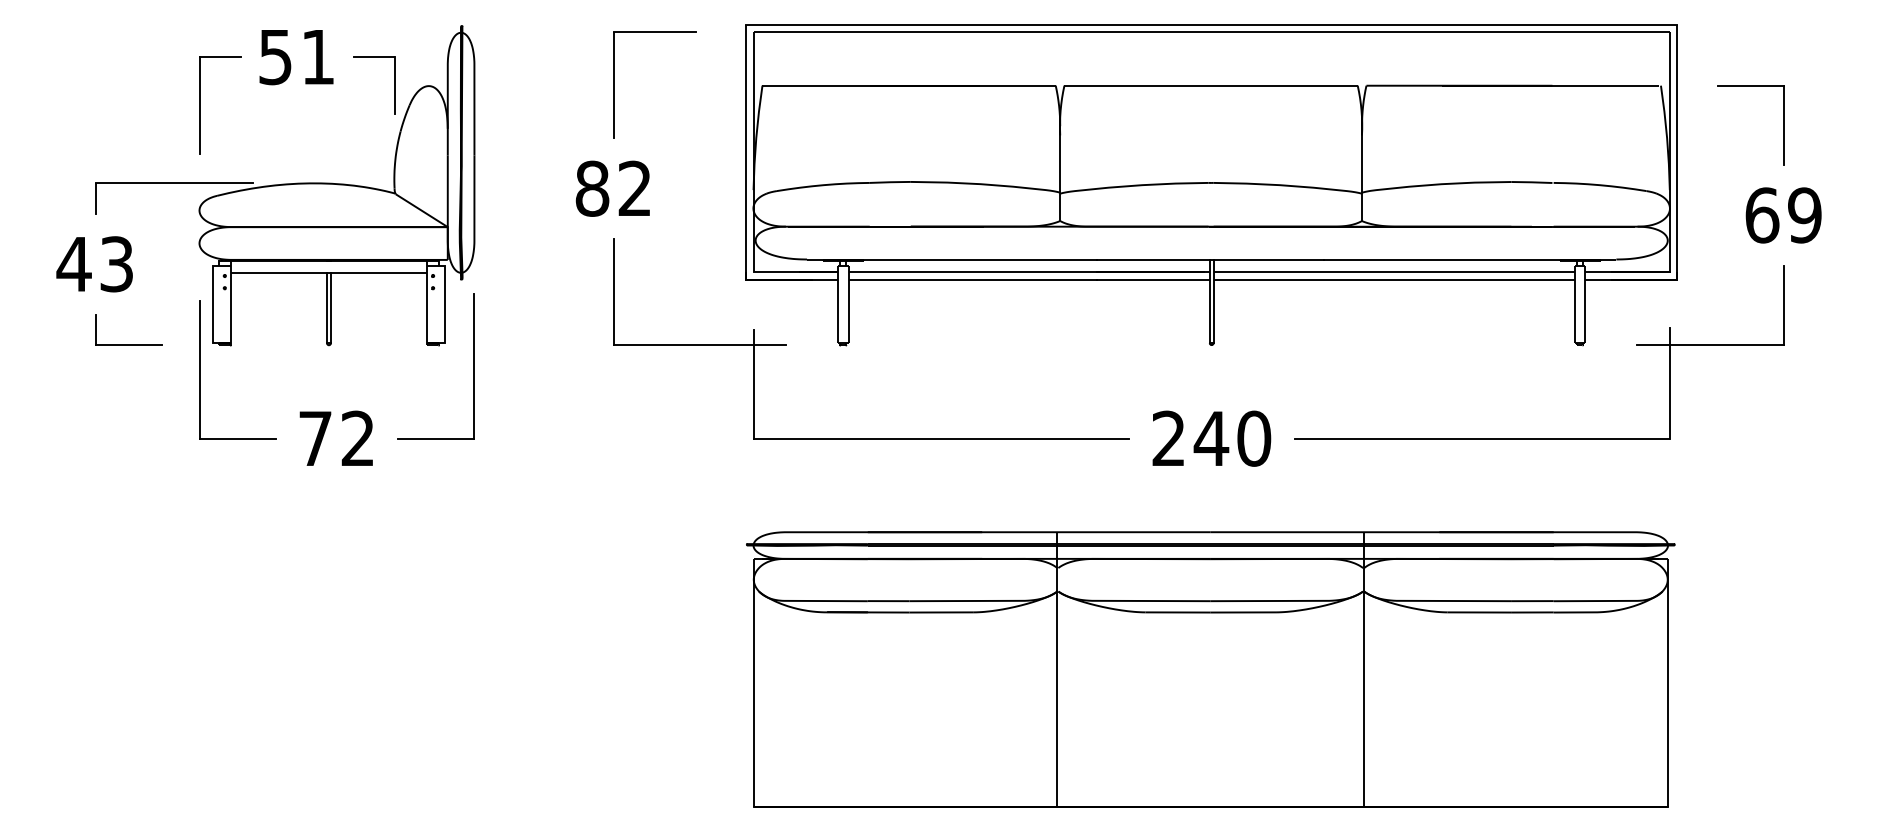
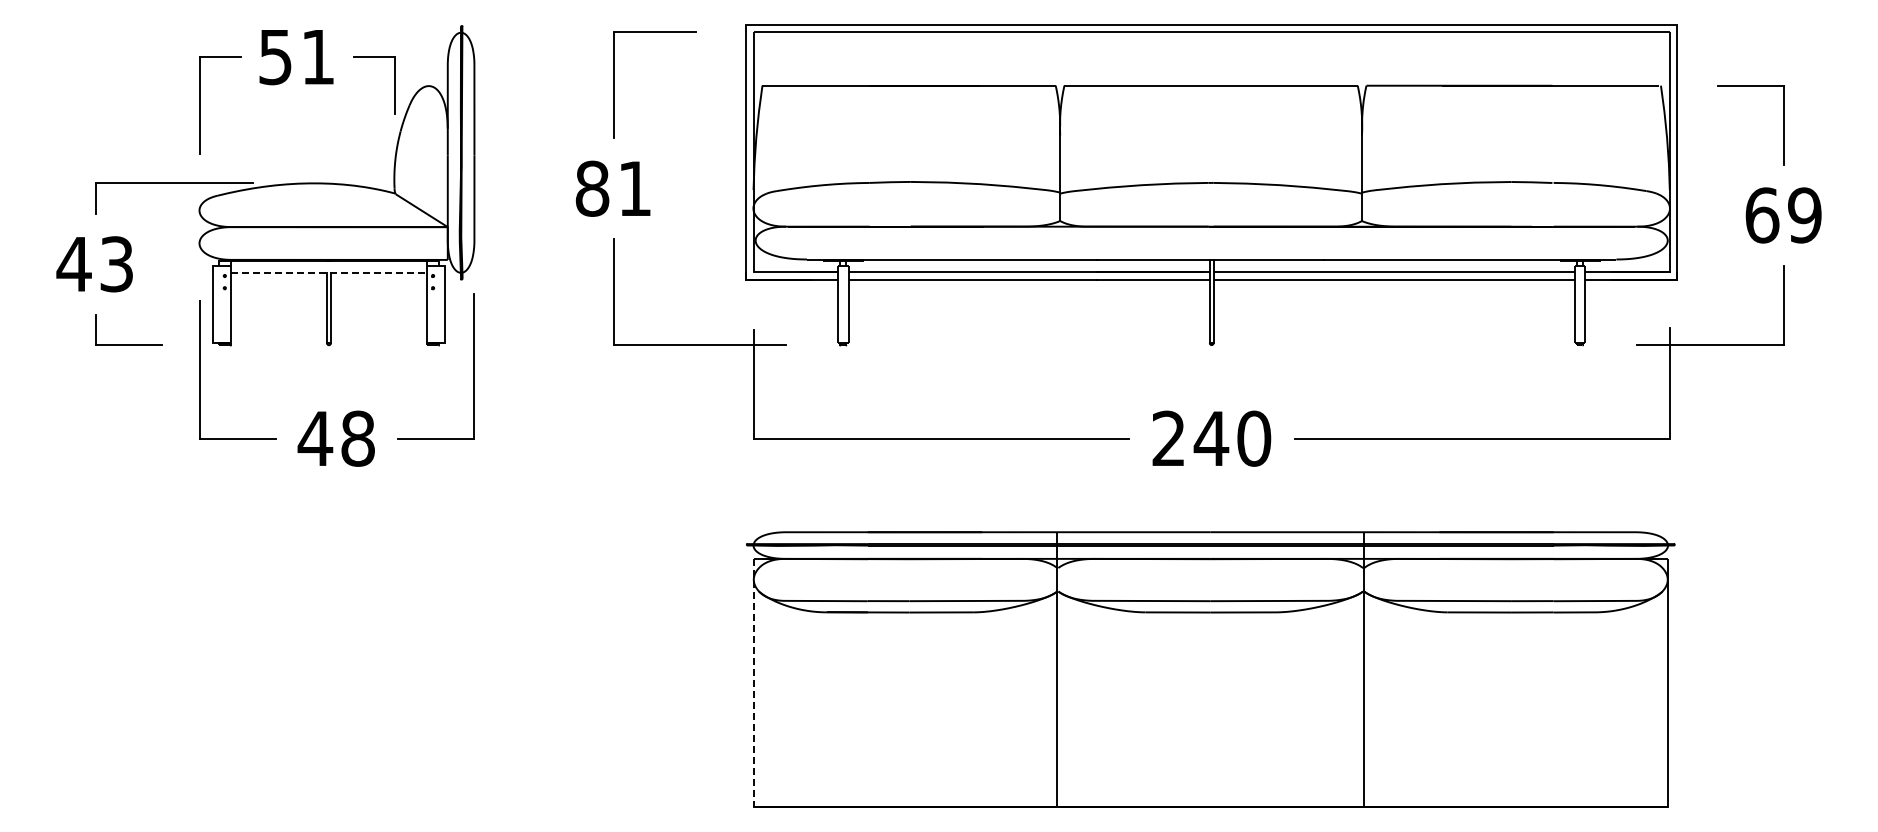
text at (634, 187): 82 -> 81
line at (329, 272): solid -> dashed
text at (335, 438): 72 -> 48
line at (753, 683): solid -> dashed
